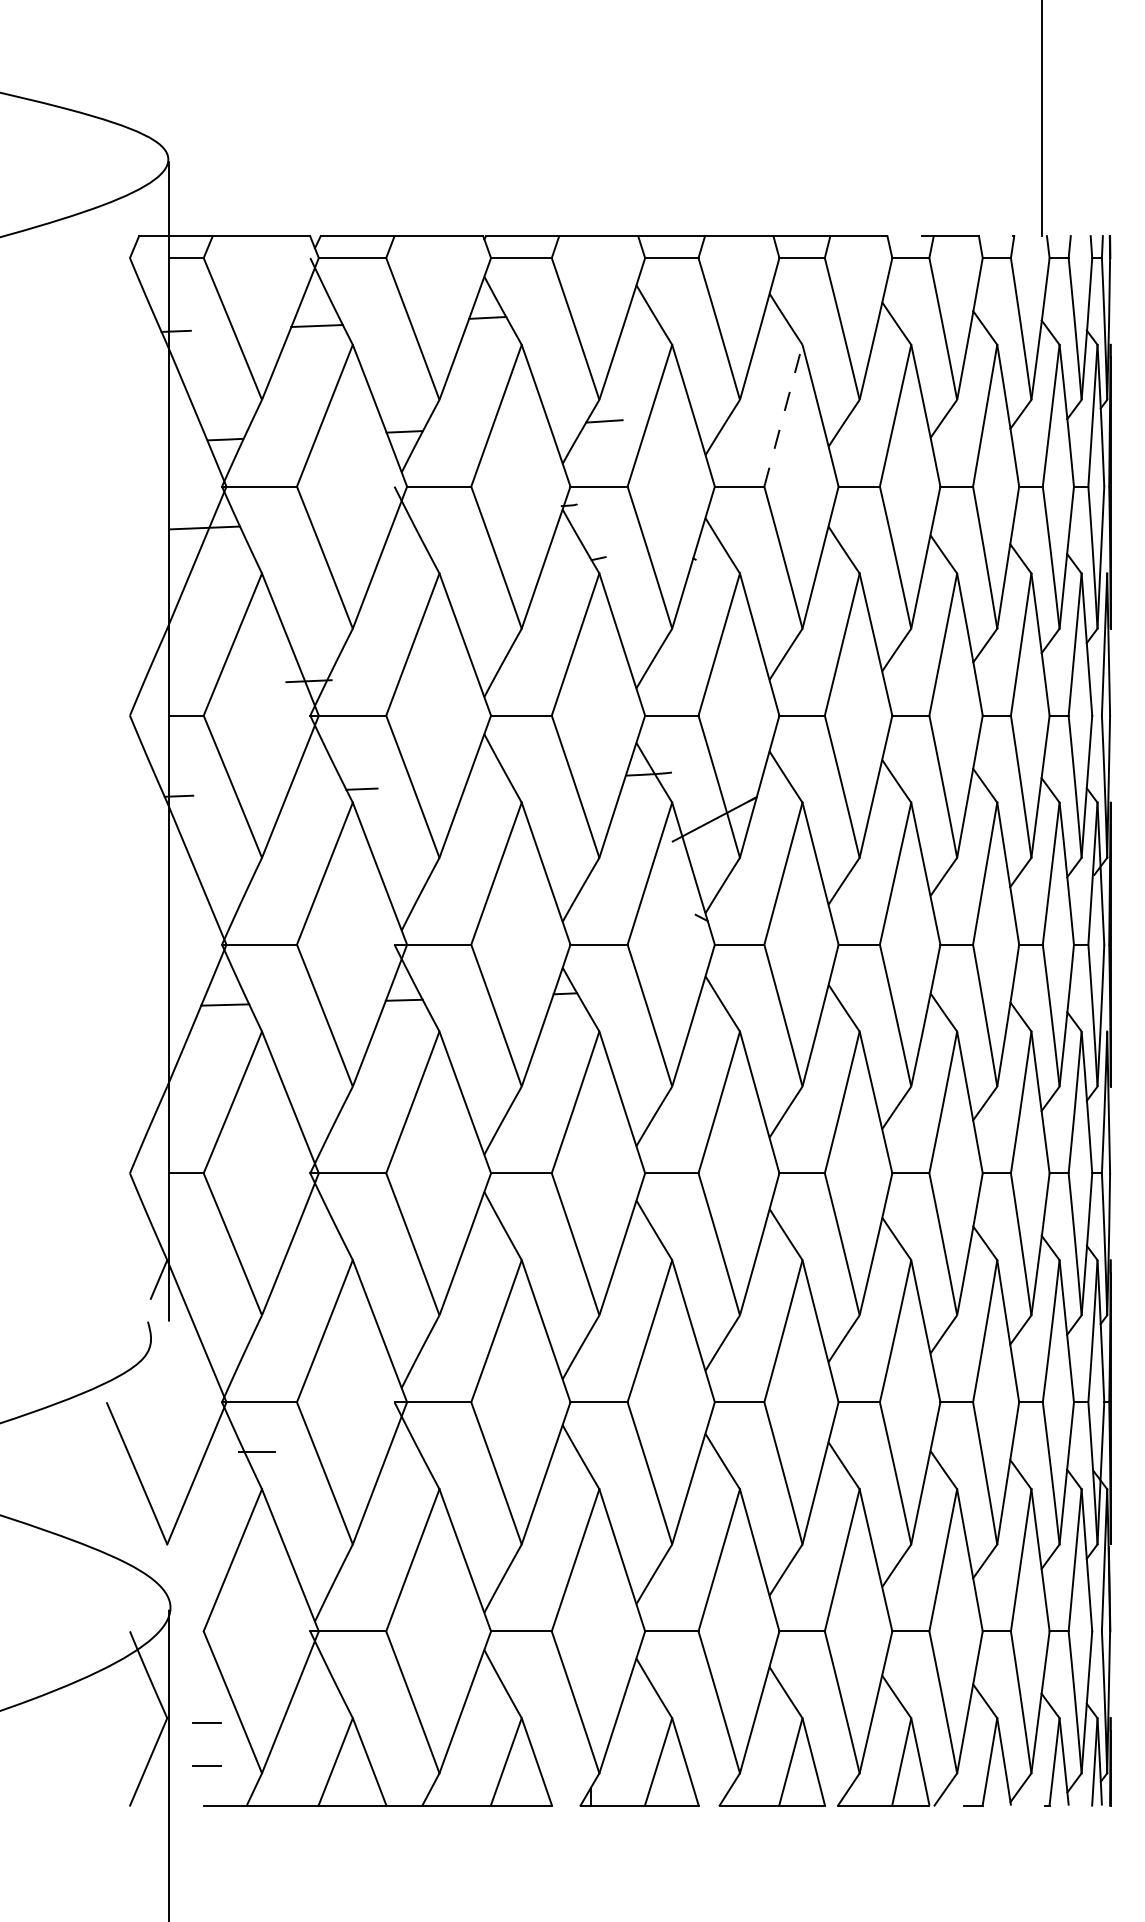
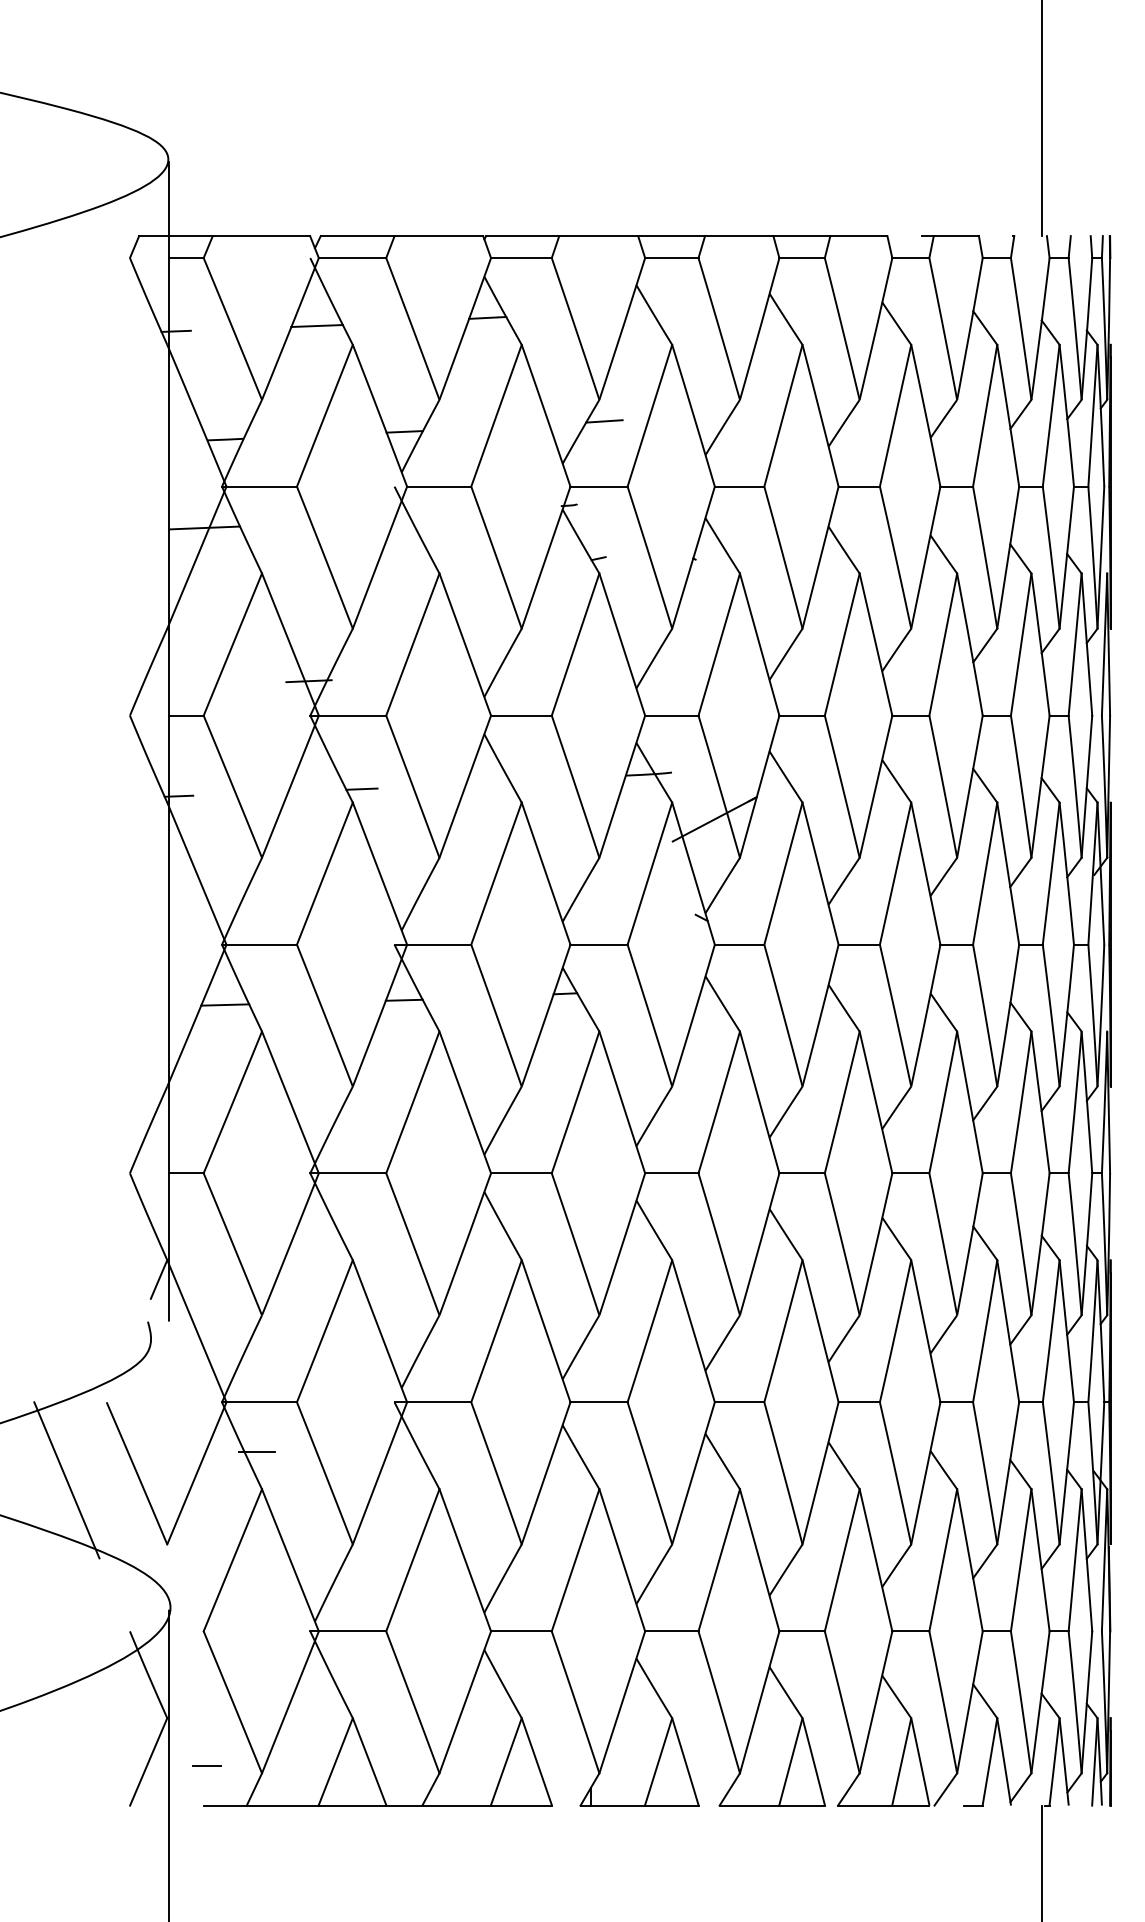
line at (783, 415): dashed -> solid
line at (66, 1480): none -> present
line at (206, 1722): present -> none
line at (1042, 1861): none -> present
